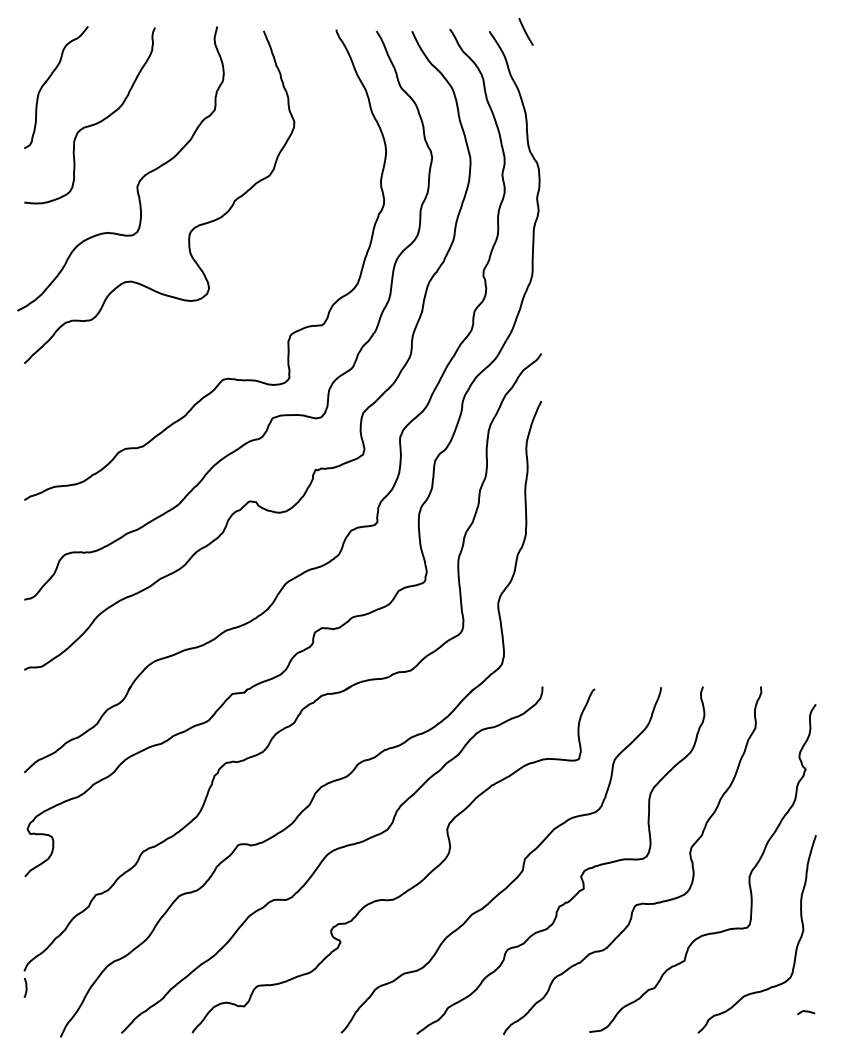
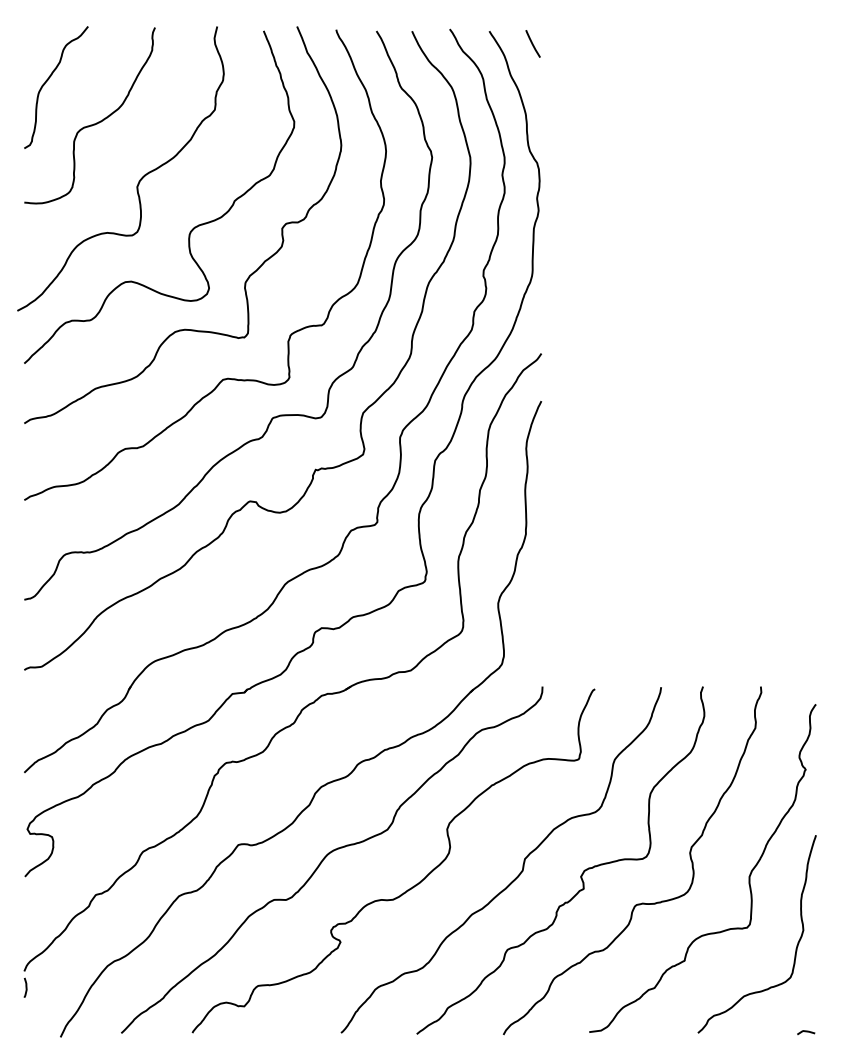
line at (525, 31) position: (525, 31) -> (532, 43)
curve at (247, 277): none -> present
curve at (806, 1012) position: (806, 1012) -> (806, 1032)
